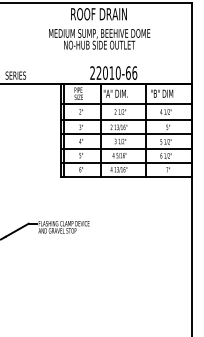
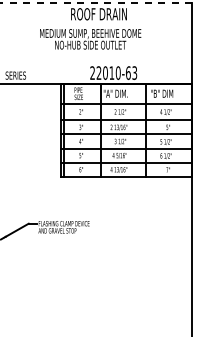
line at (96, 2): solid -> dashed
text at (99, 39) position: (99, 39) -> (90, 39)
text at (134, 72): 22010-66 -> 22010-63
